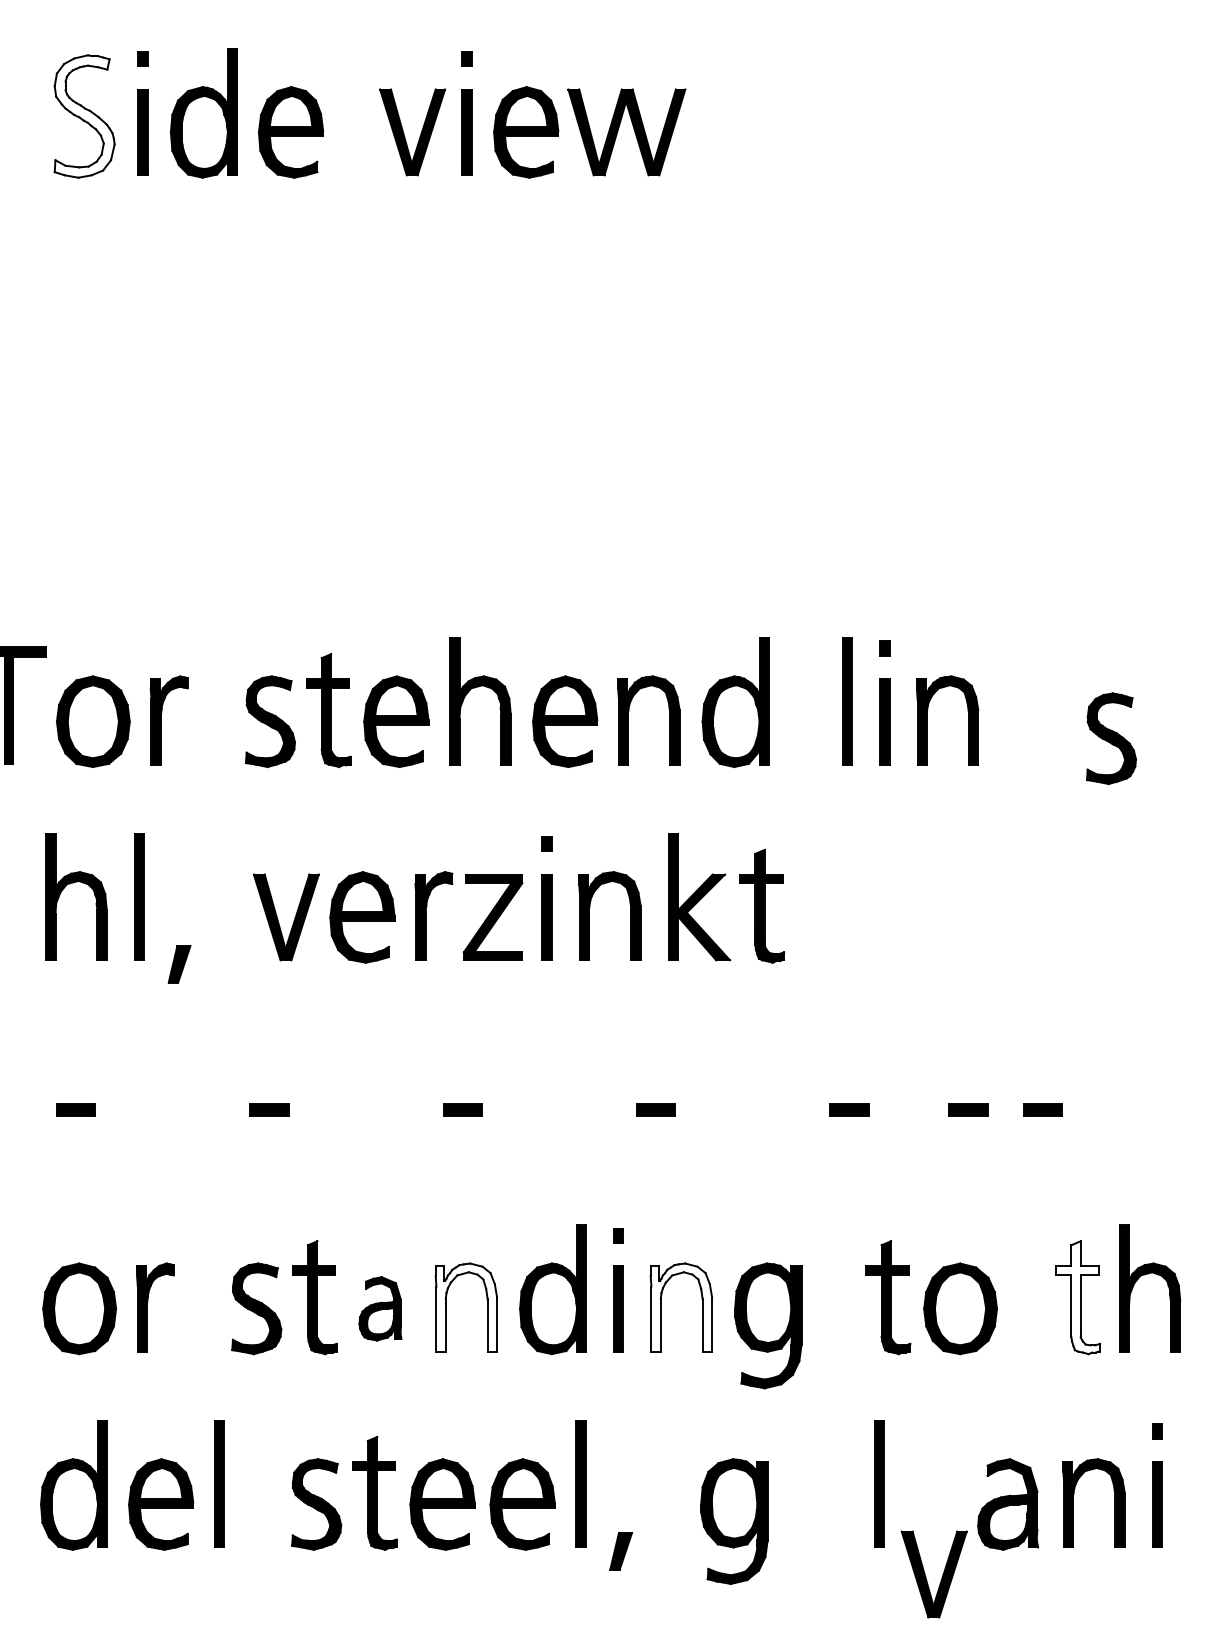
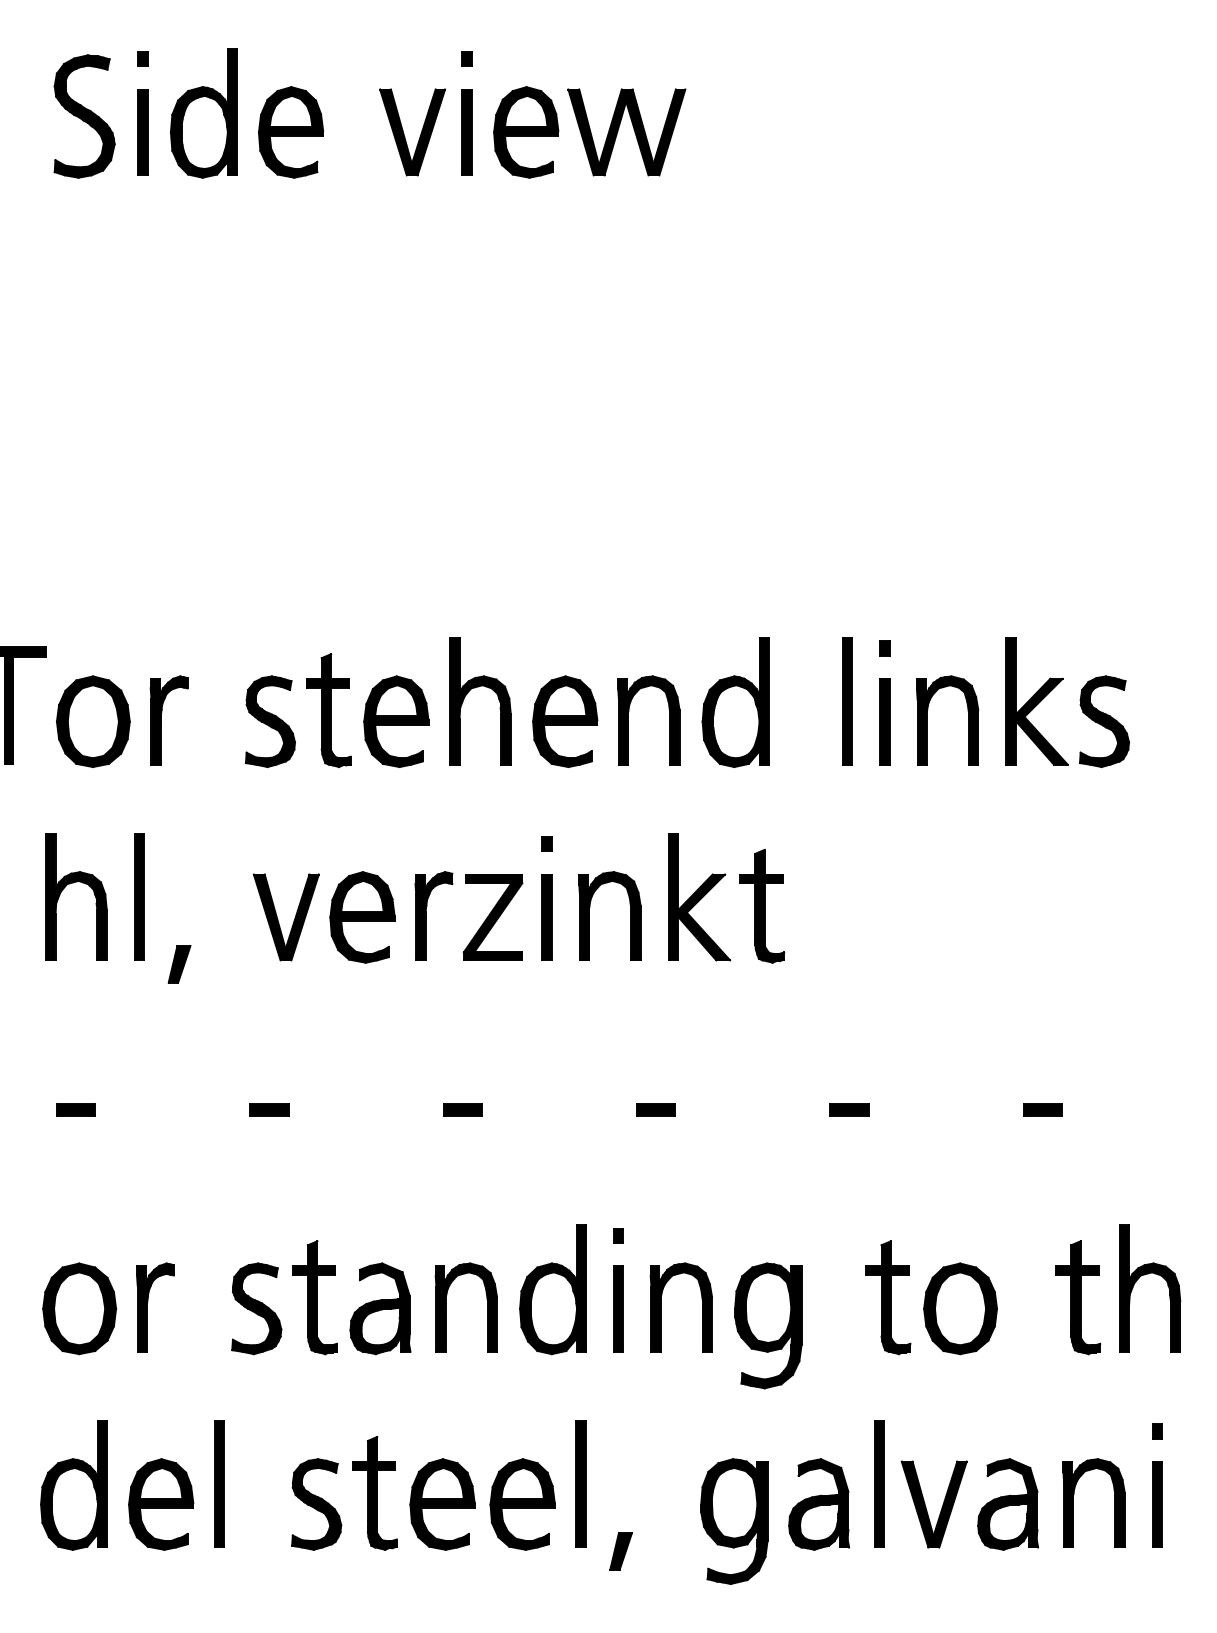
fill at (84, 116): none -> present
part at (1036, 701): none -> present
part at (1111, 738) position: (1111, 738) -> (1104, 721)
part at (968, 1109): present -> none
fill at (1078, 1297): none -> present
fill at (466, 1307): none -> present
fill at (681, 1307): none -> present
part at (380, 1308) size: 45x66 px -> 63x94 px
part at (818, 1504): none -> present
part at (926, 1576) position: (926, 1576) -> (926, 1506)
